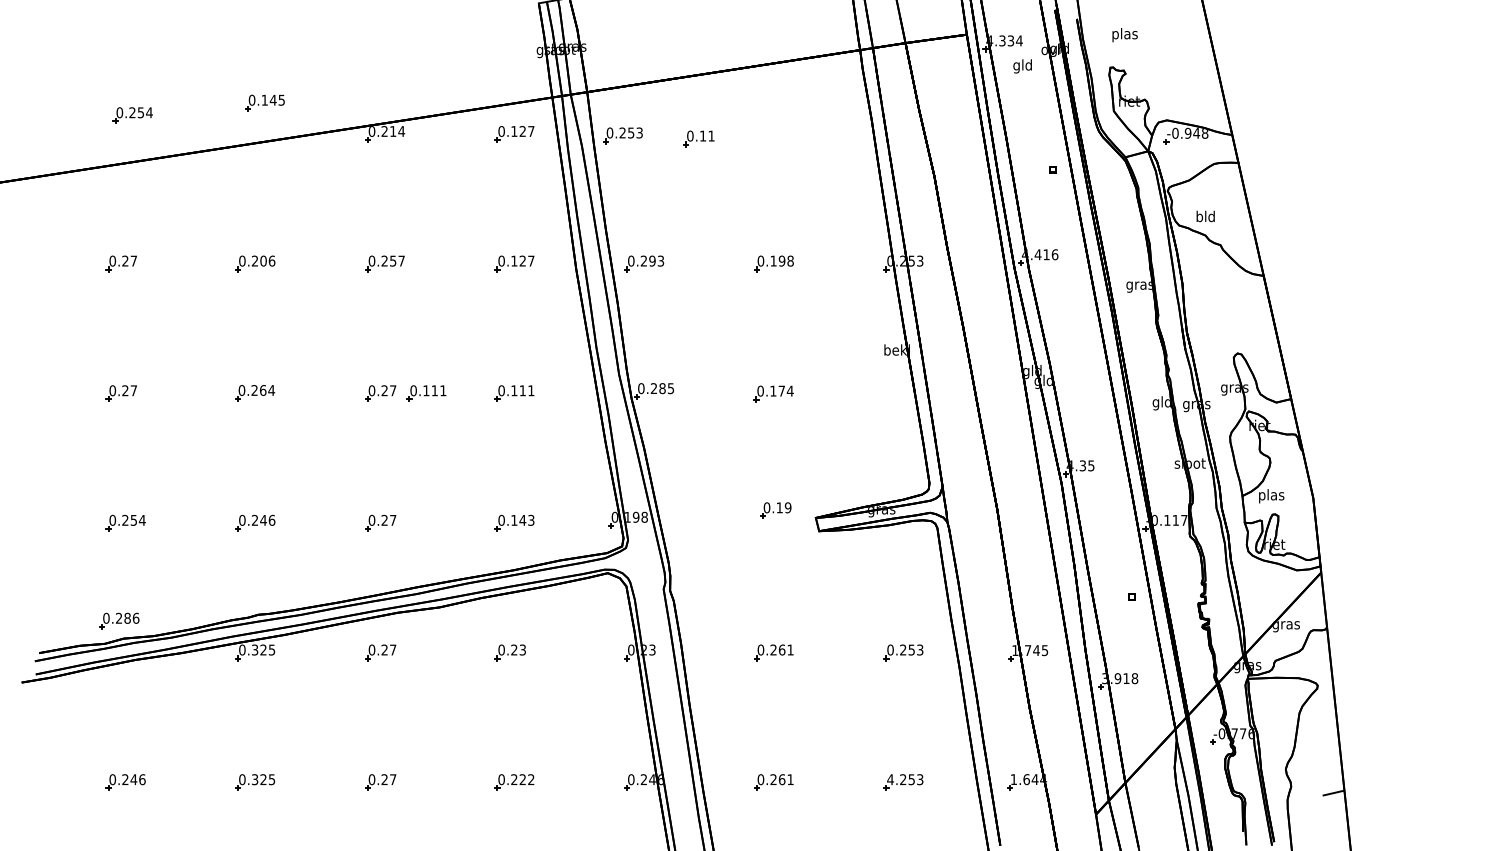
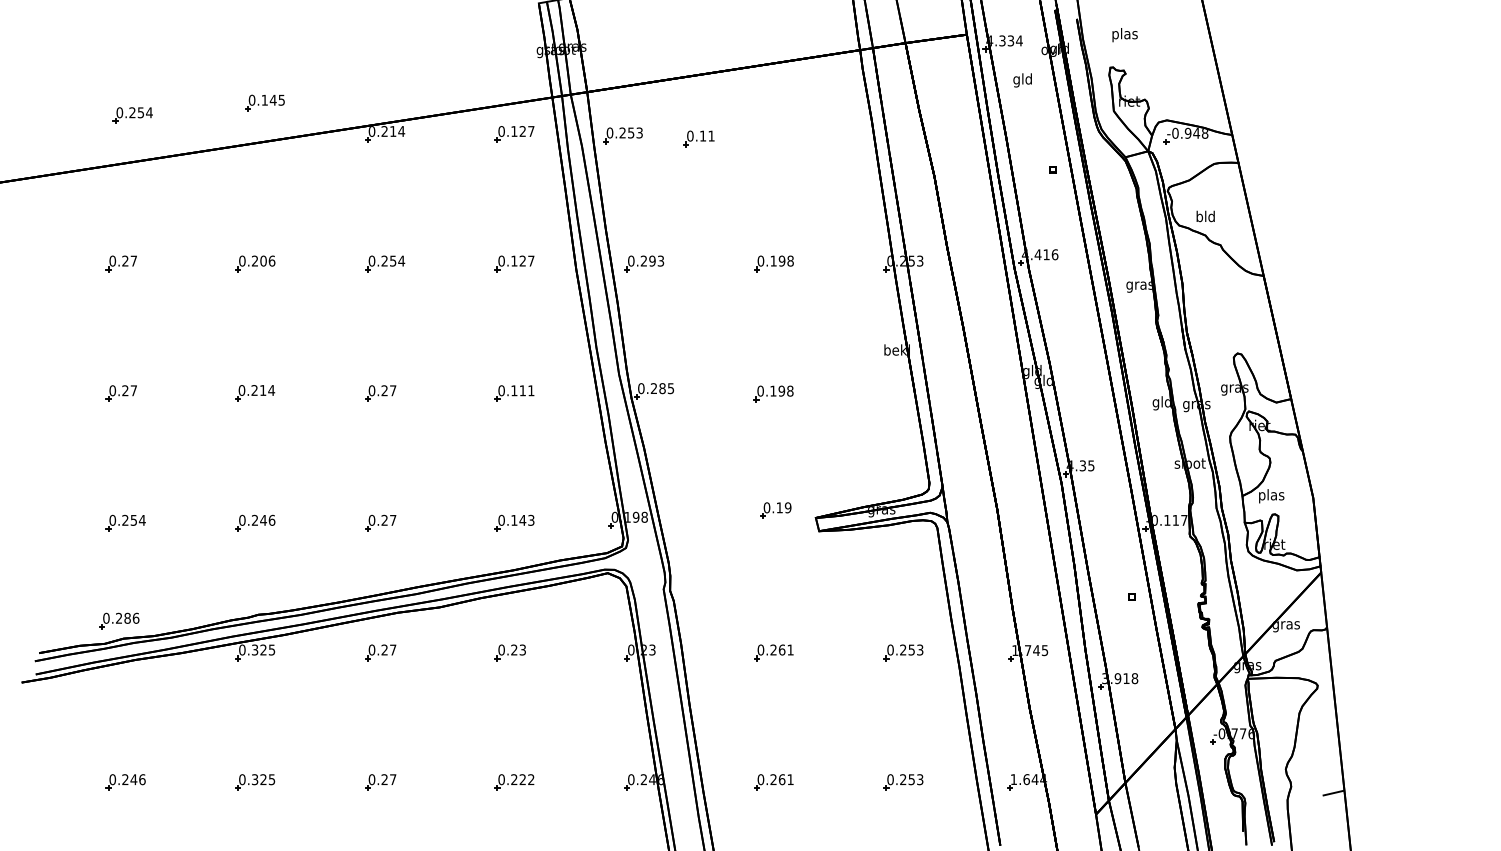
text at (1022, 66) position: (1022, 66) -> (1022, 80)
text at (401, 260): 0.257 -> 0.254
text at (263, 390): 0.264 -> 0.214
text at (785, 390): 0.174 -> 0.198
part at (426, 393): present -> none
text at (890, 779): 4.253 -> 0.253
